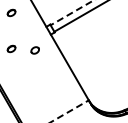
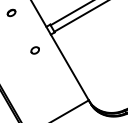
line at (72, 12): dashed -> solid
part at (11, 48): present -> none
line at (69, 111): dashed -> solid
